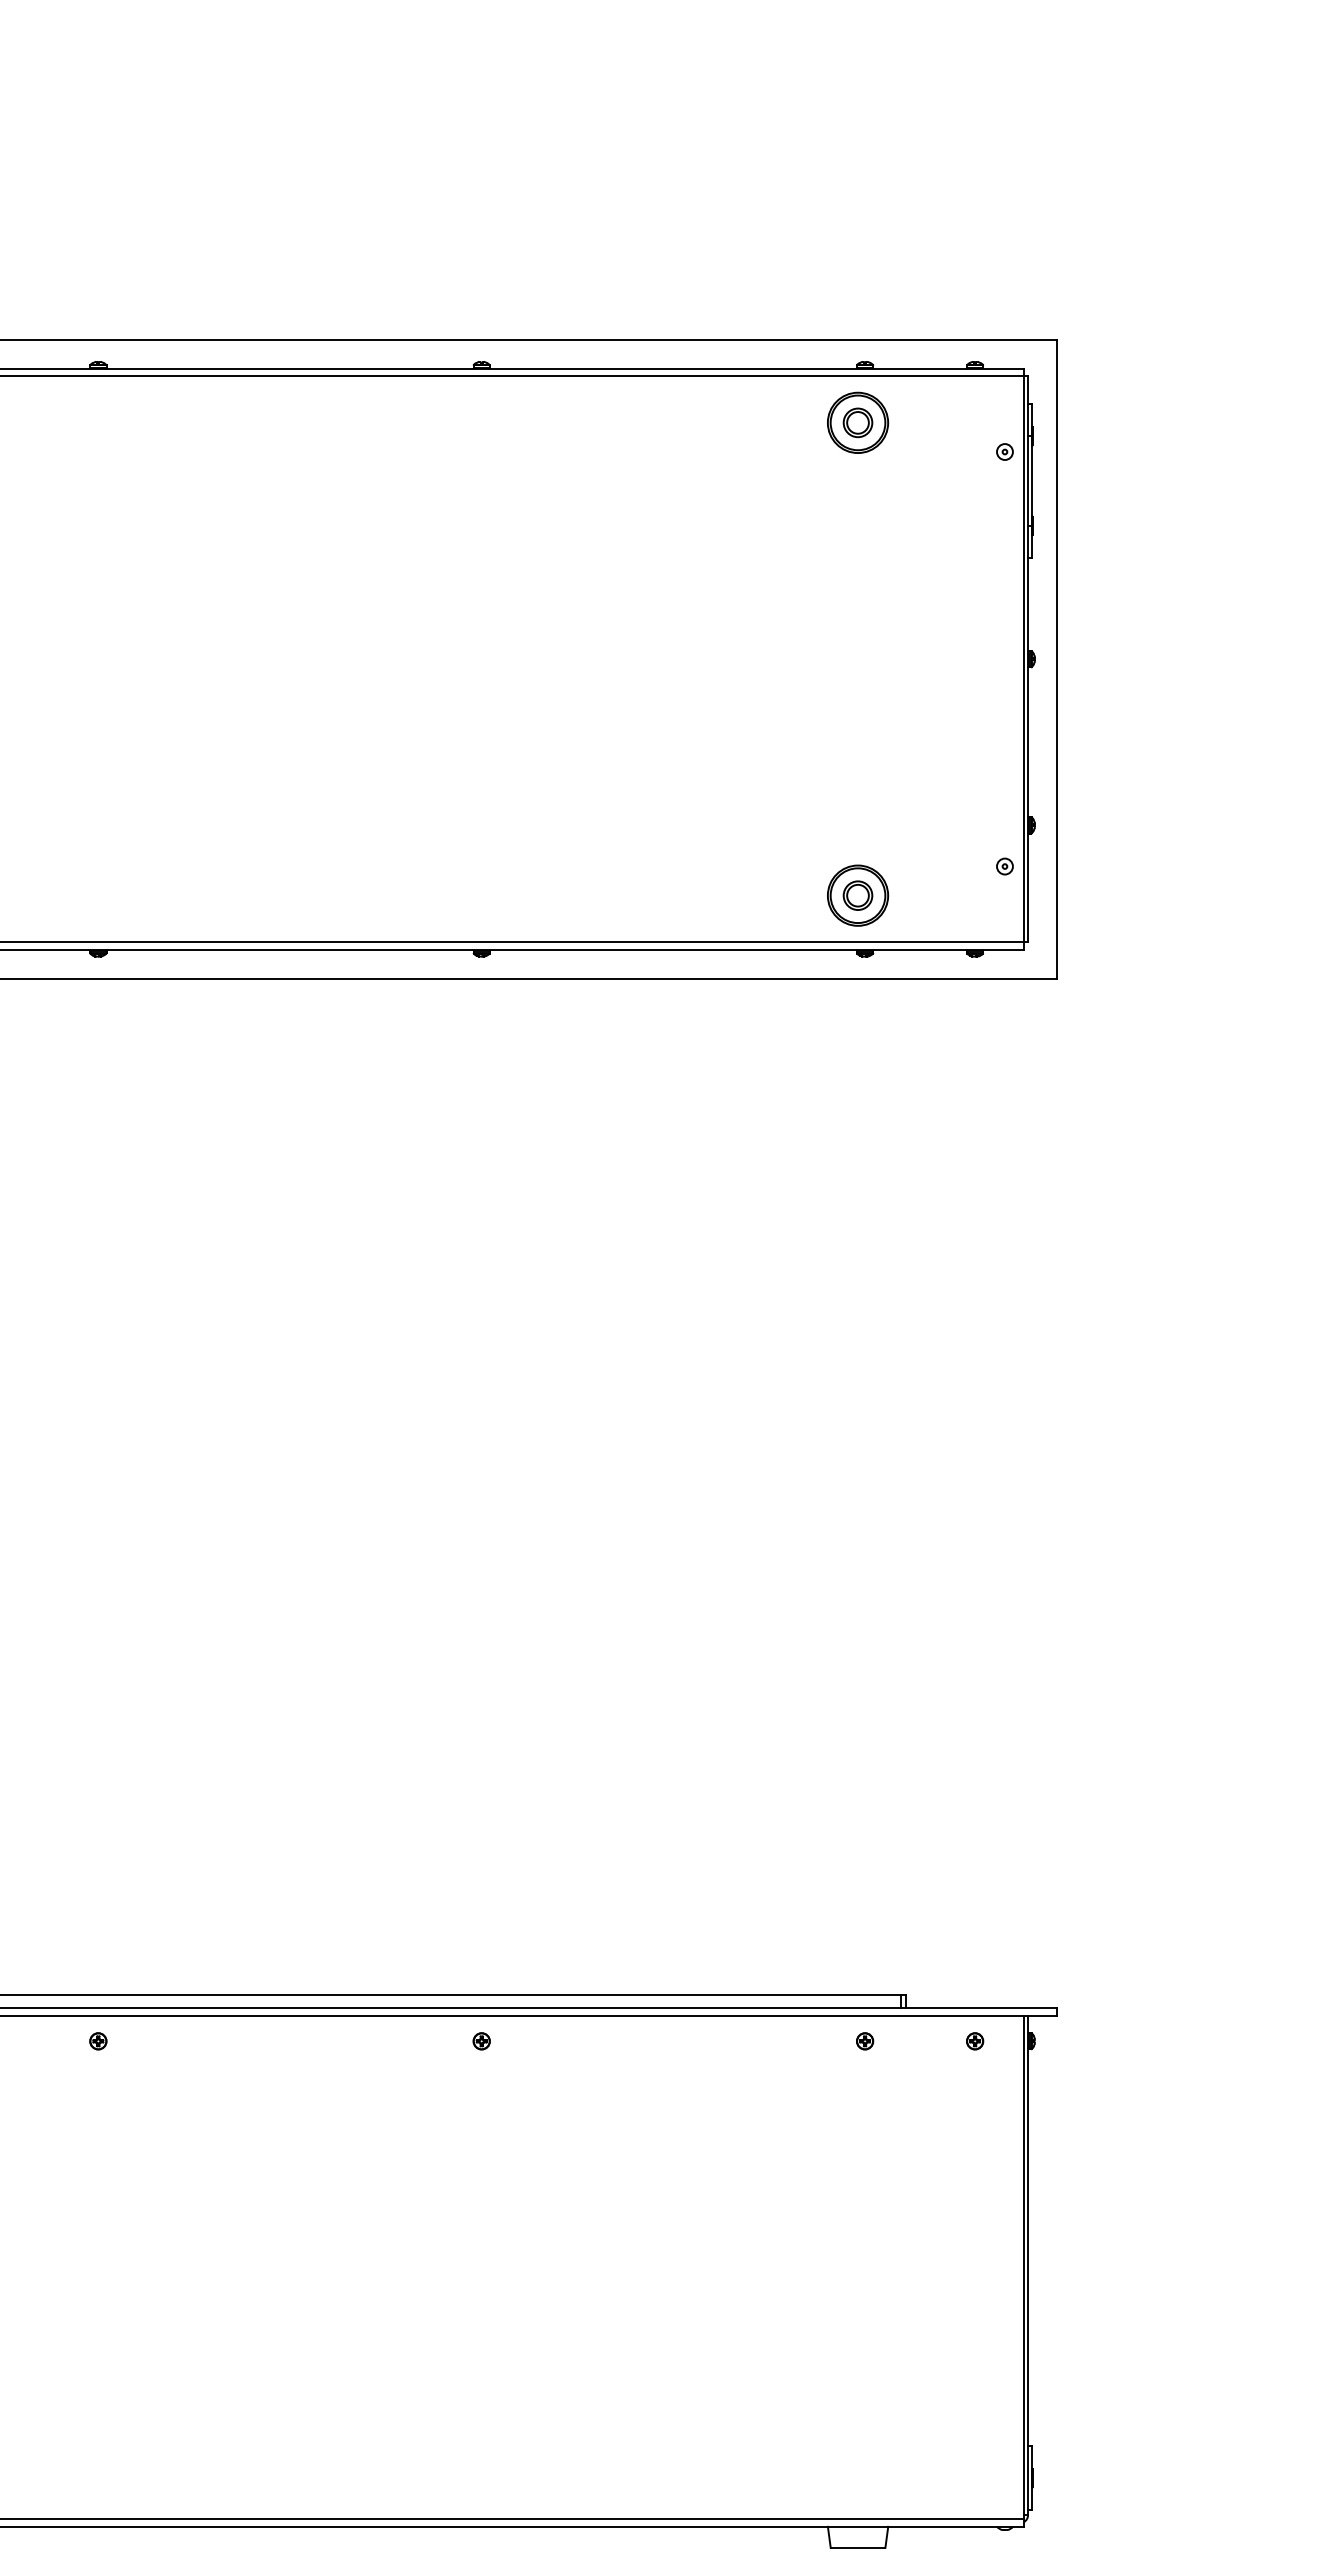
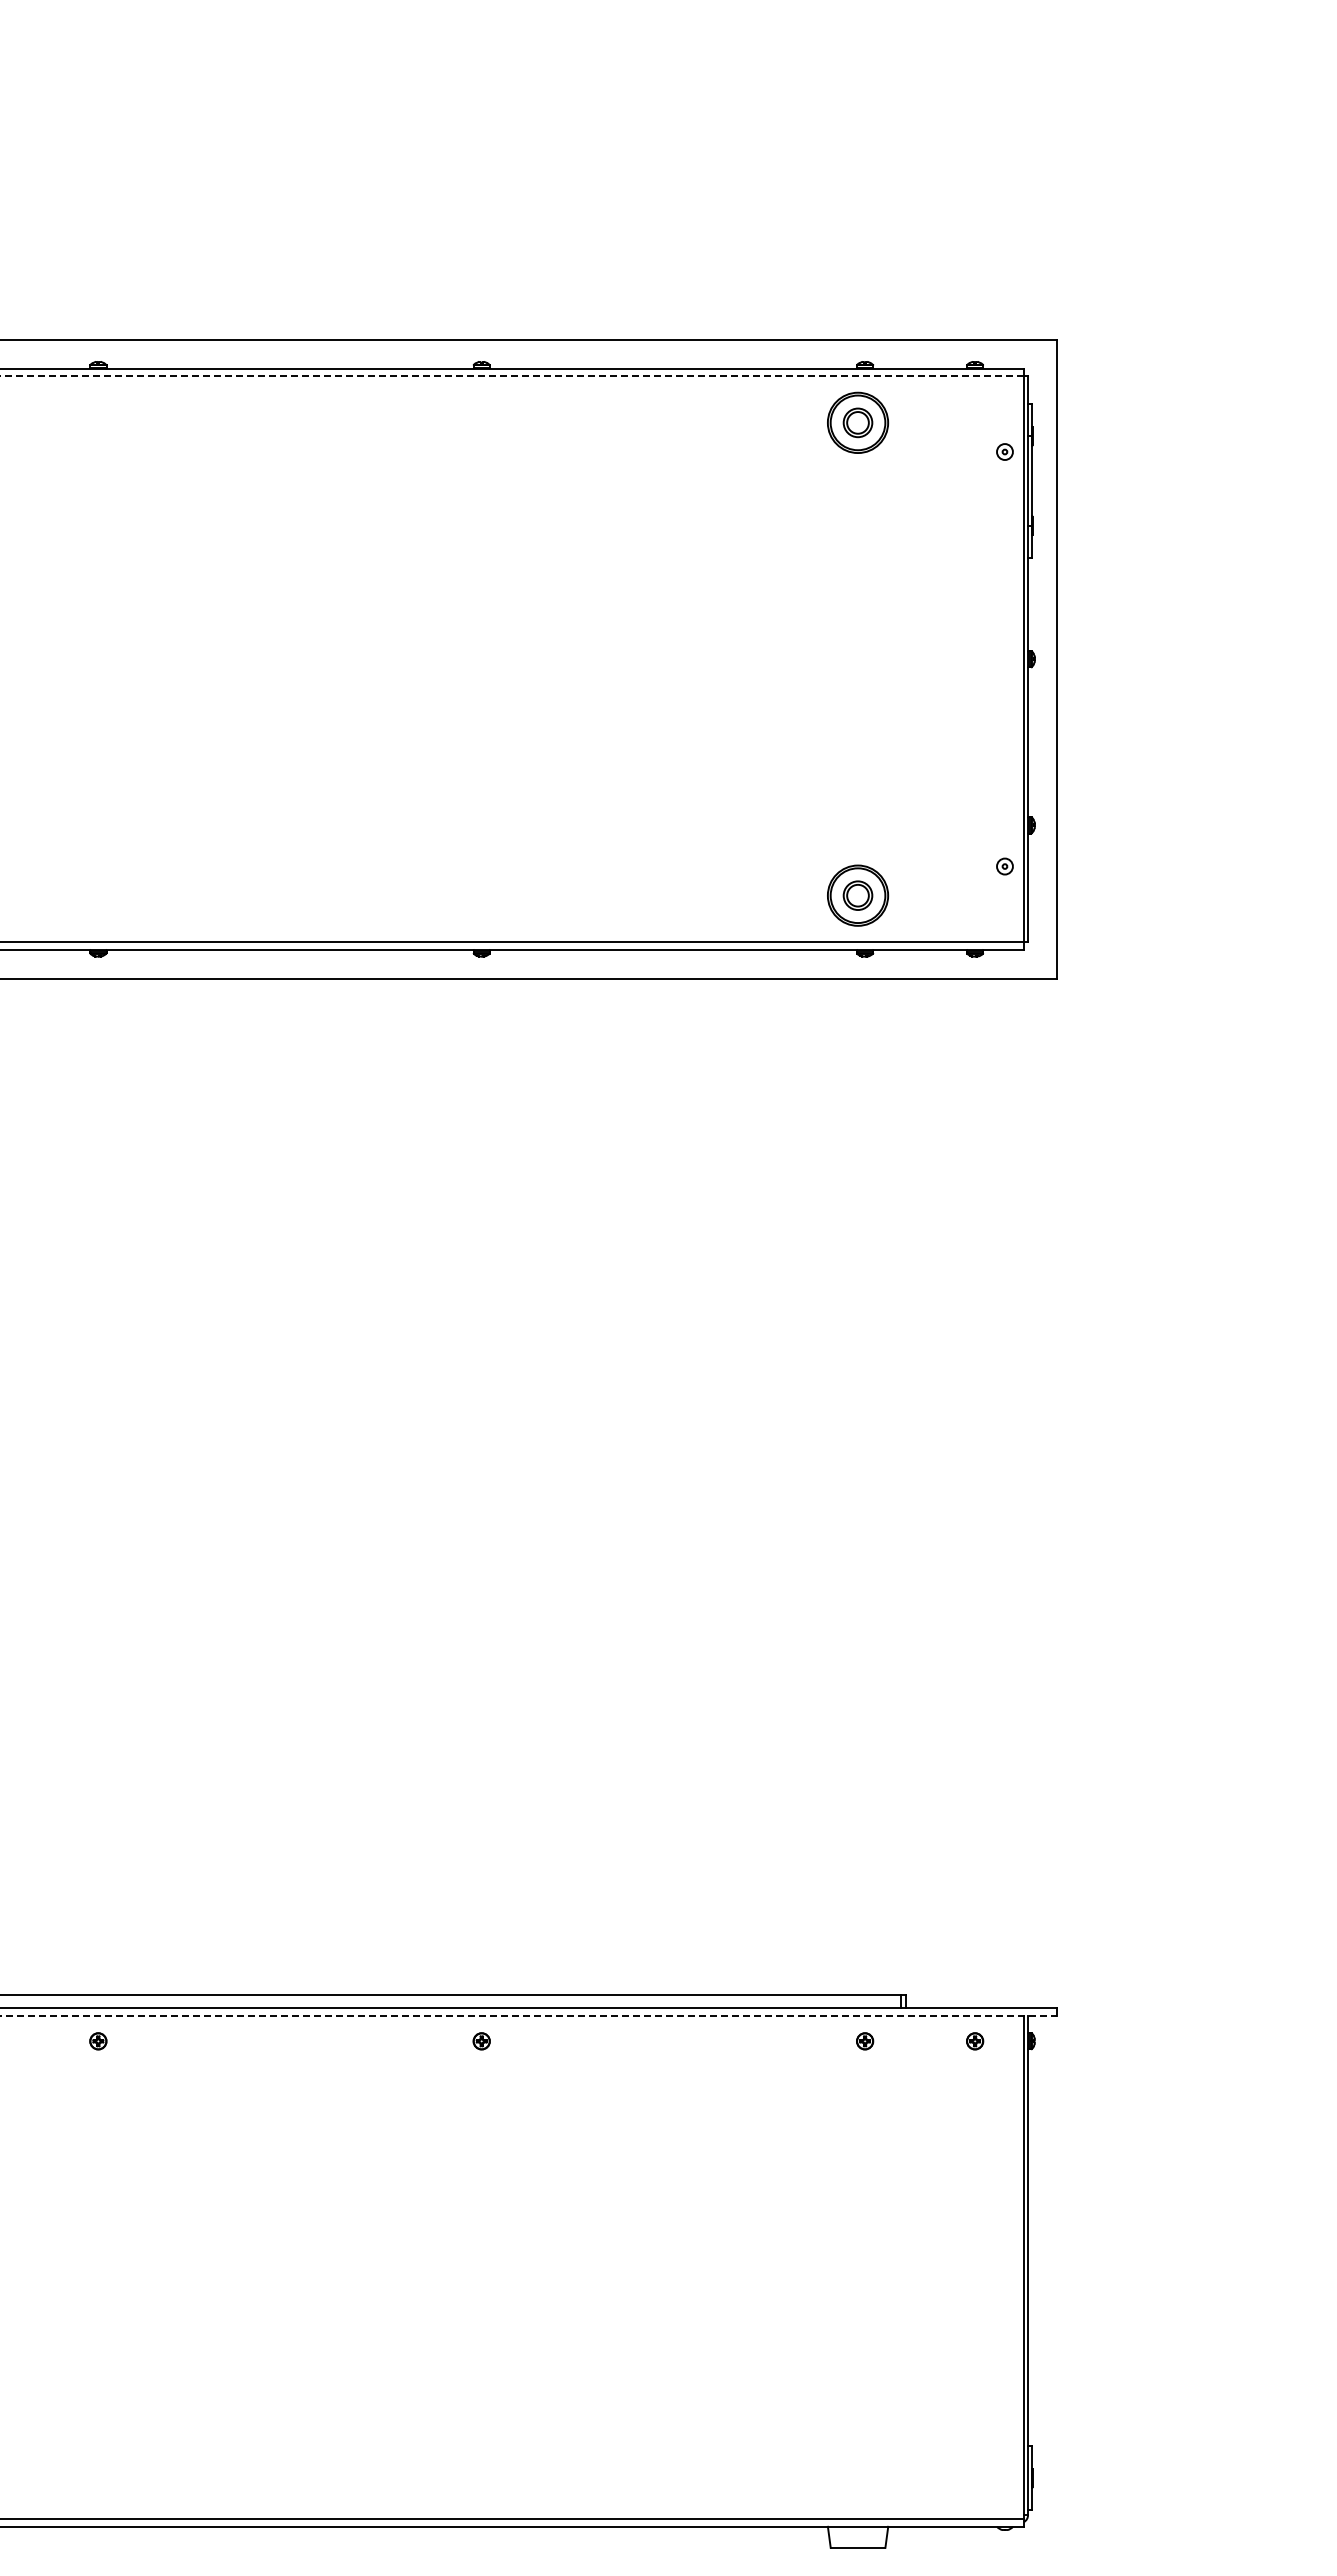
line at (512, 376): solid -> dashed
line at (528, 2015): solid -> dashed
